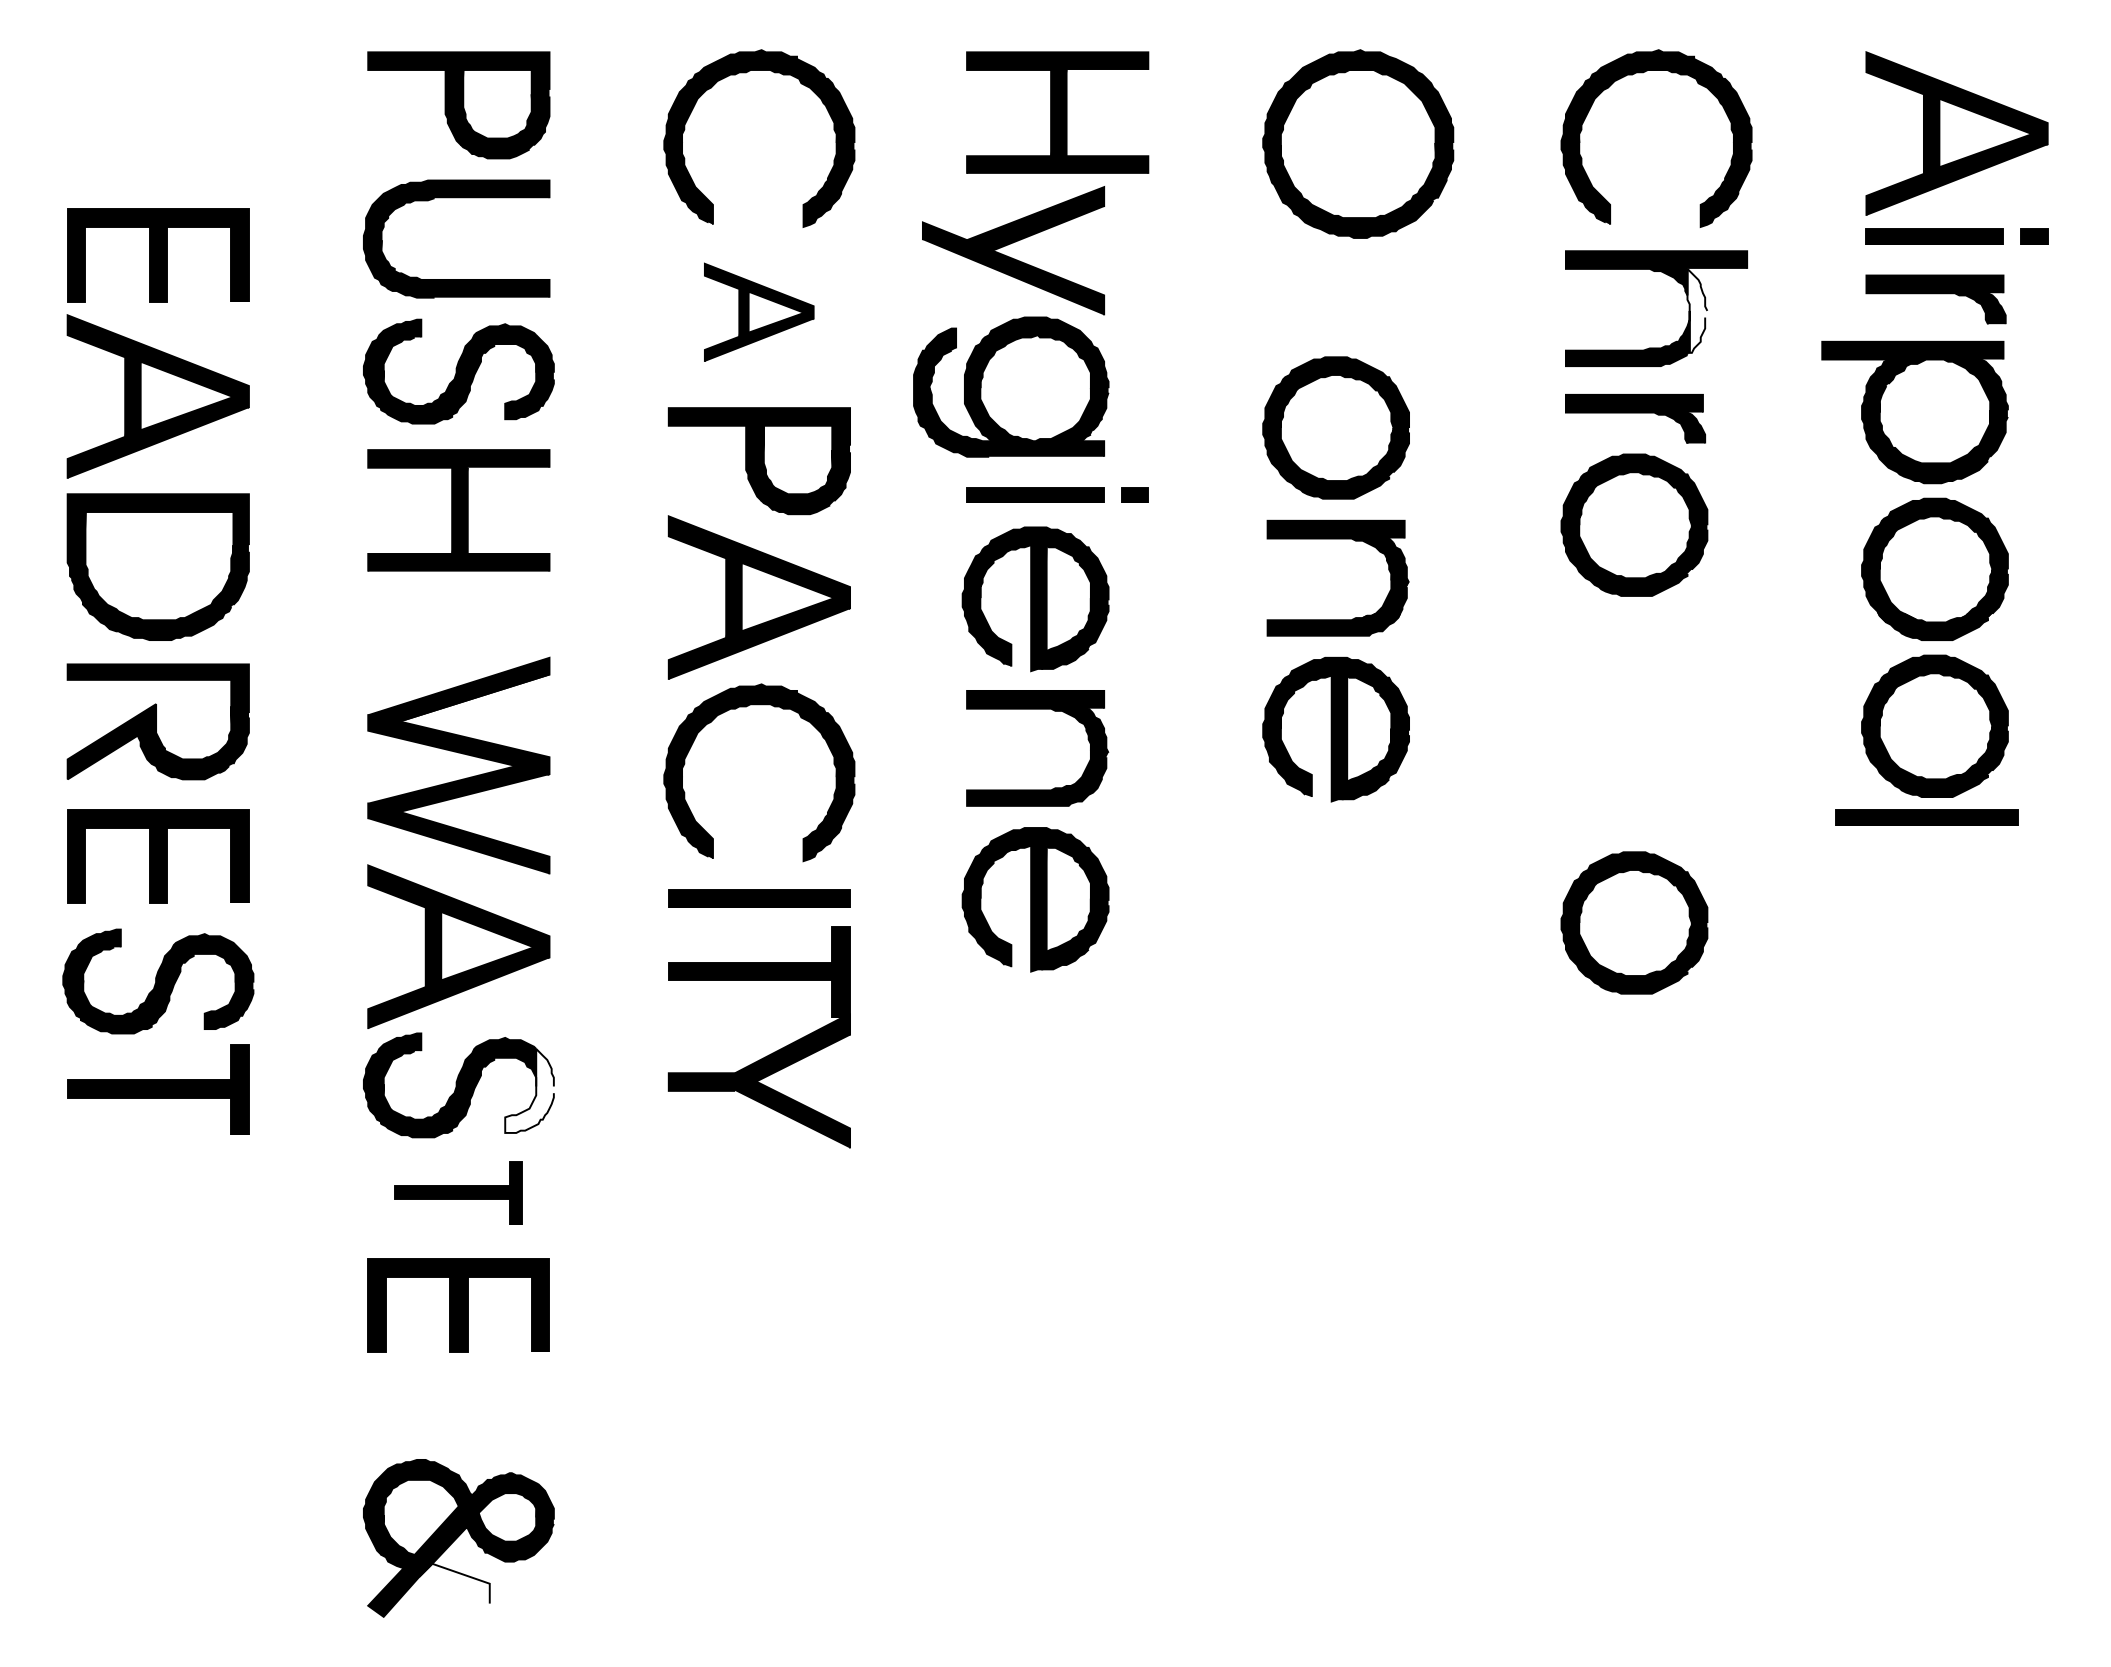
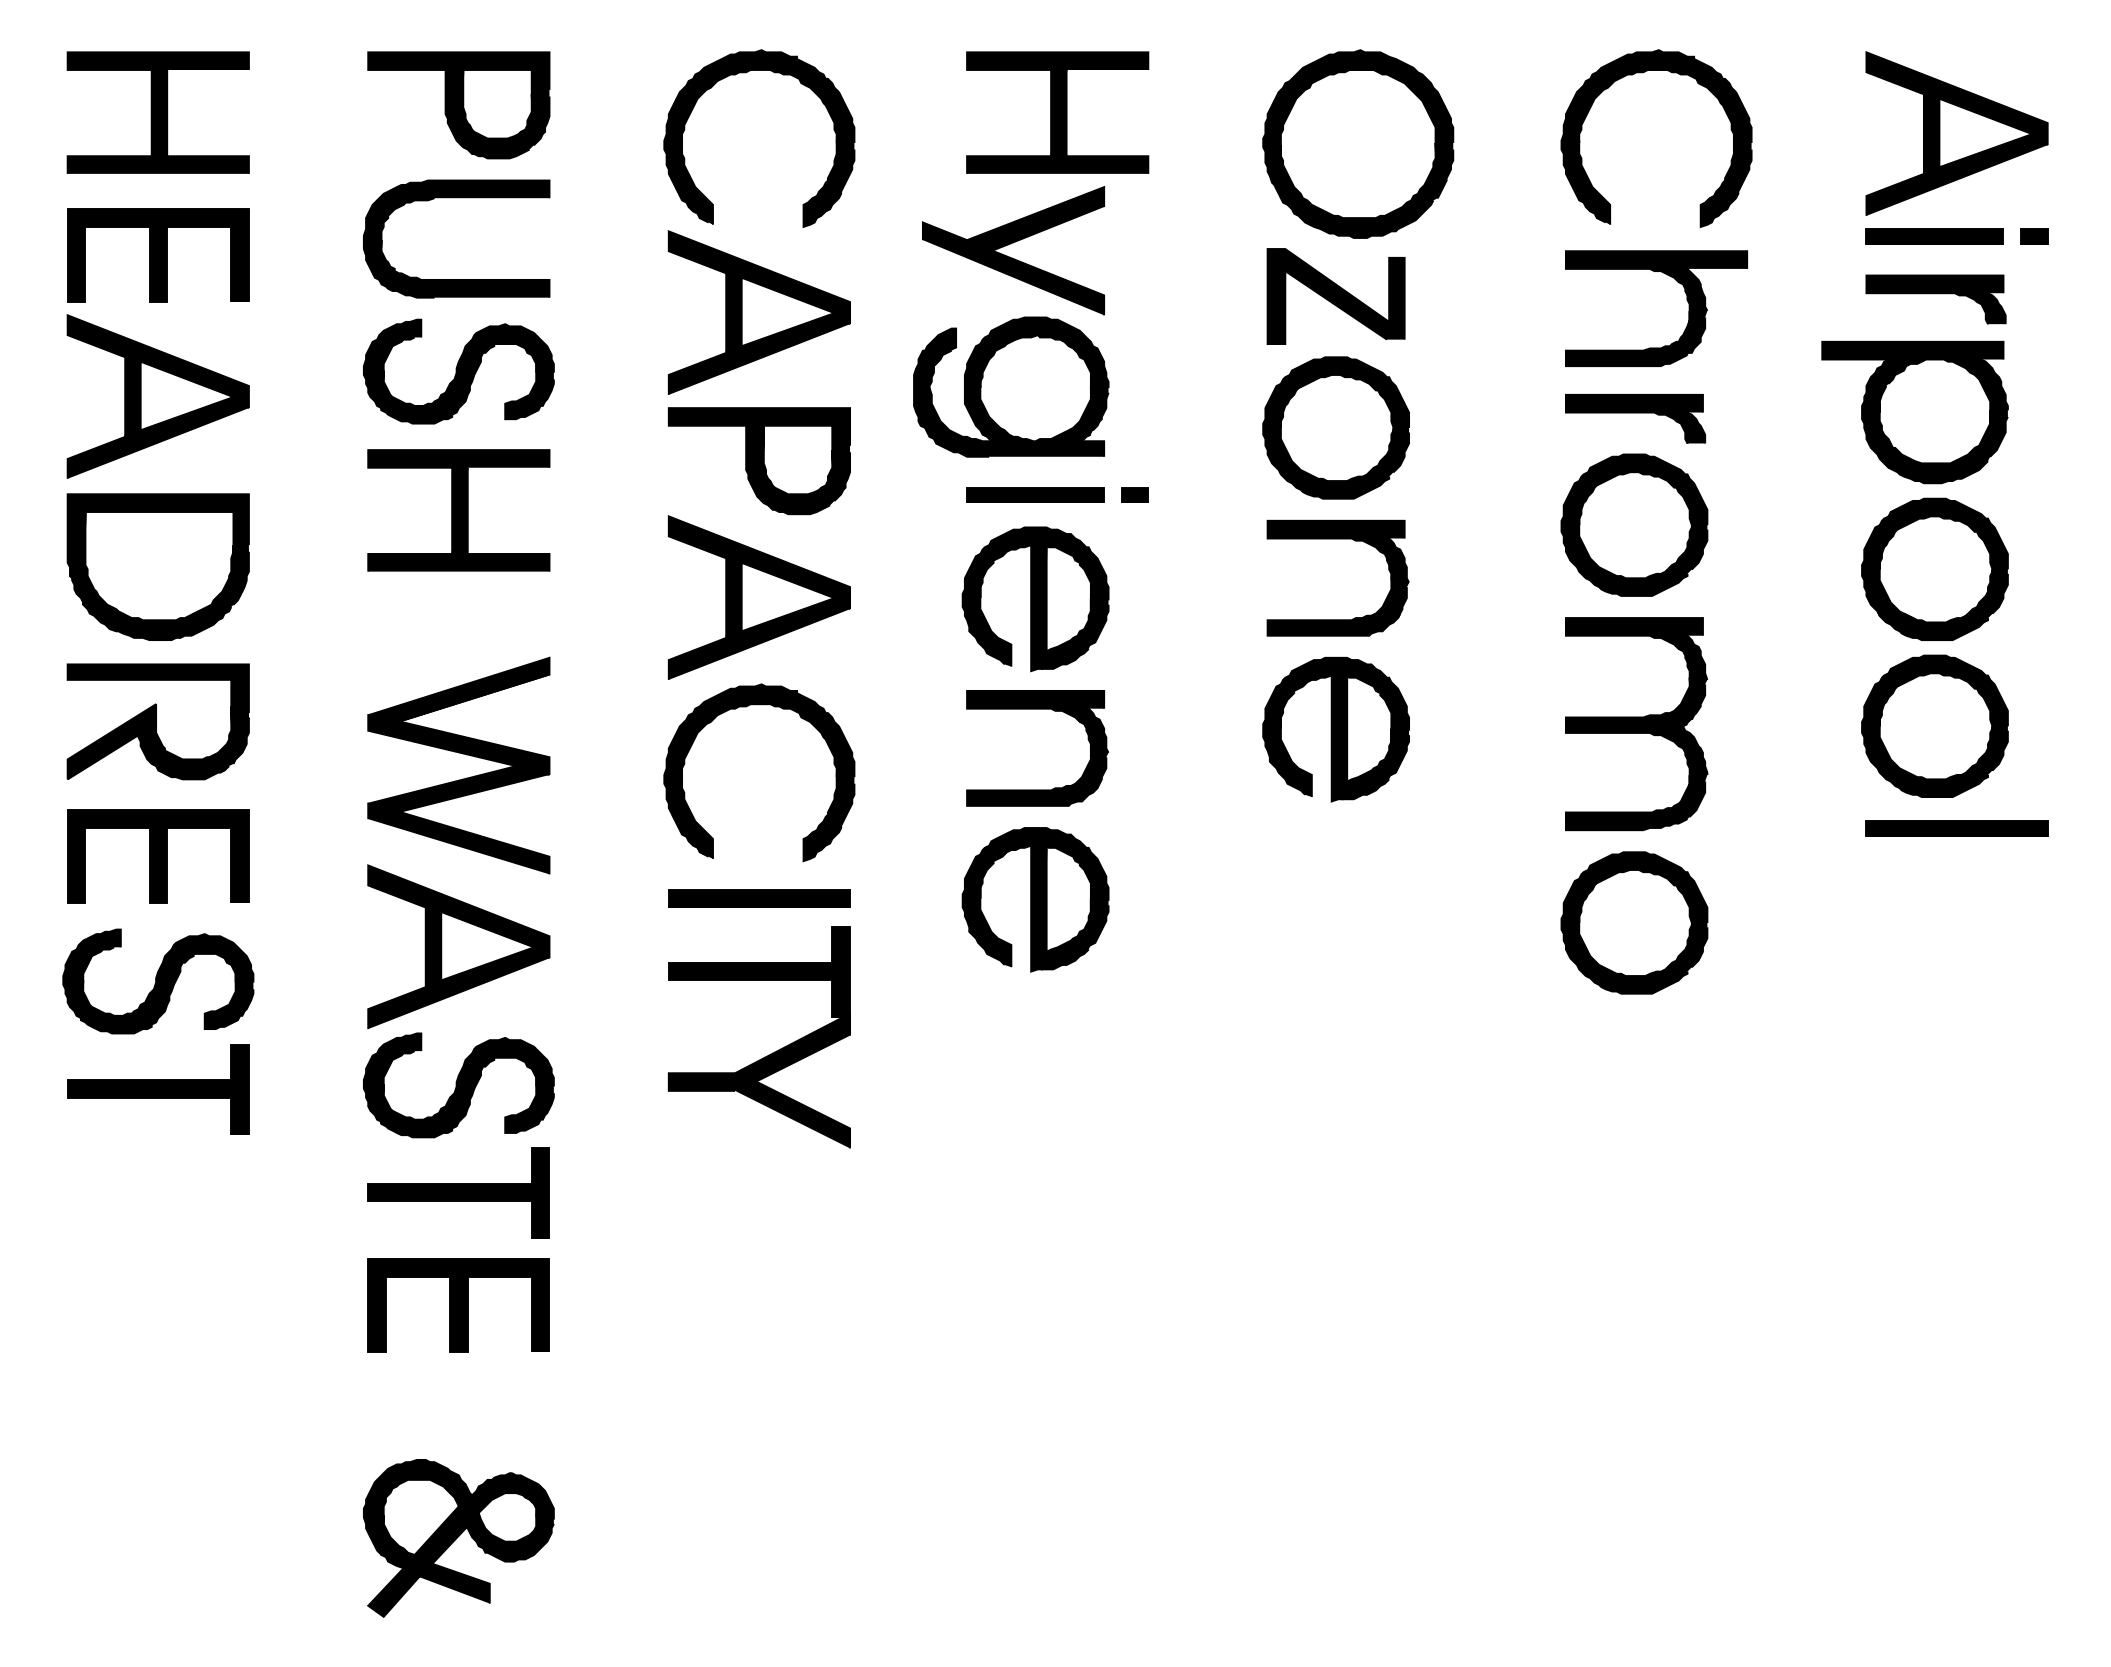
part at (157, 112): none -> present
part at (1335, 296): none -> present
fill at (1697, 310): none -> present
part at (759, 311) size: 111x100 px -> 184x165 px
part at (1636, 724): none -> present
part at (1926, 817) position: (1926, 817) -> (1956, 828)
fill at (529, 1090): none -> present
part at (458, 1192) size: 129x64 px -> 183x92 px
fill at (454, 1583): none -> present
